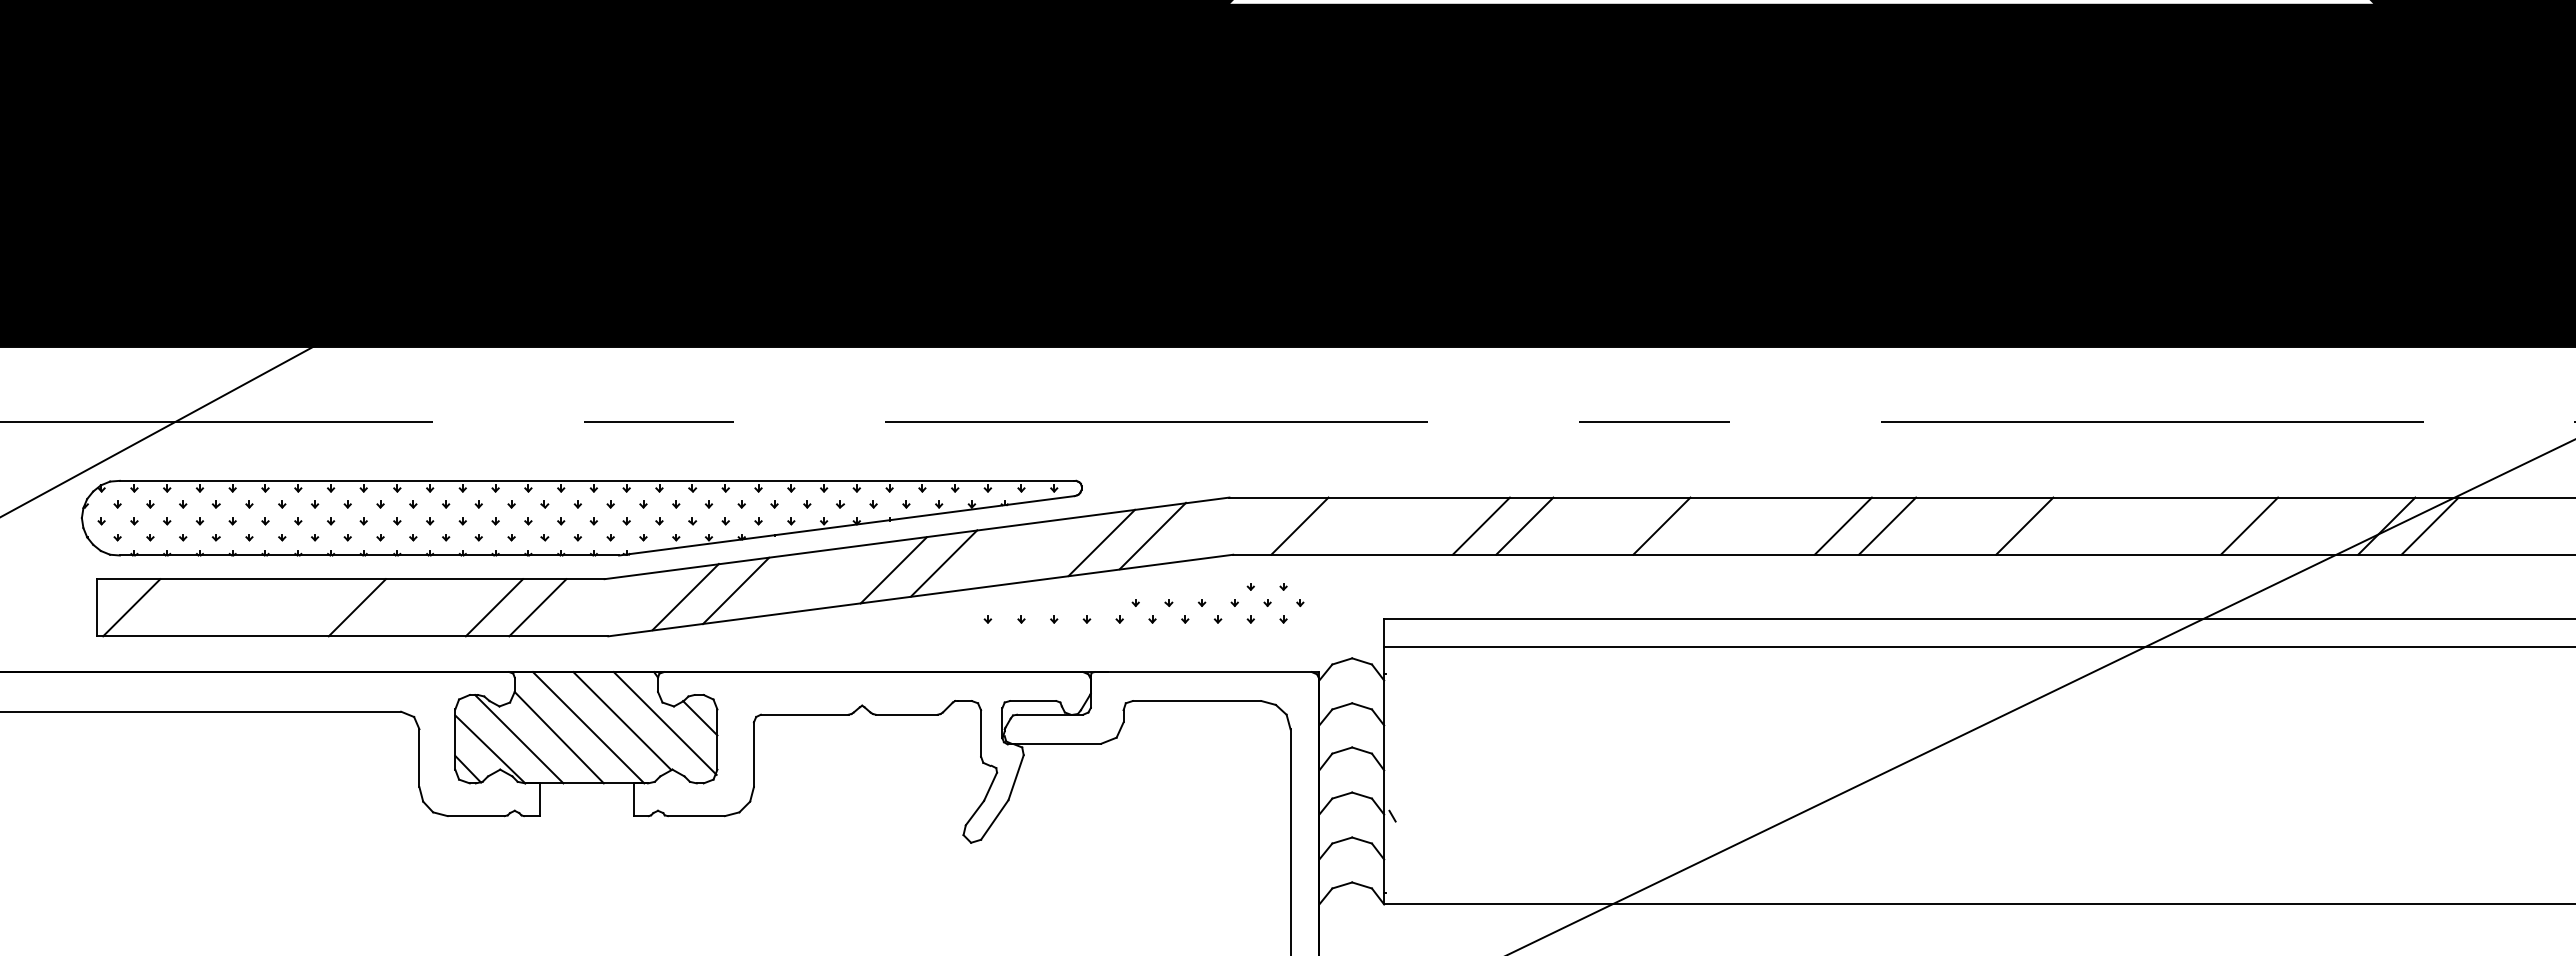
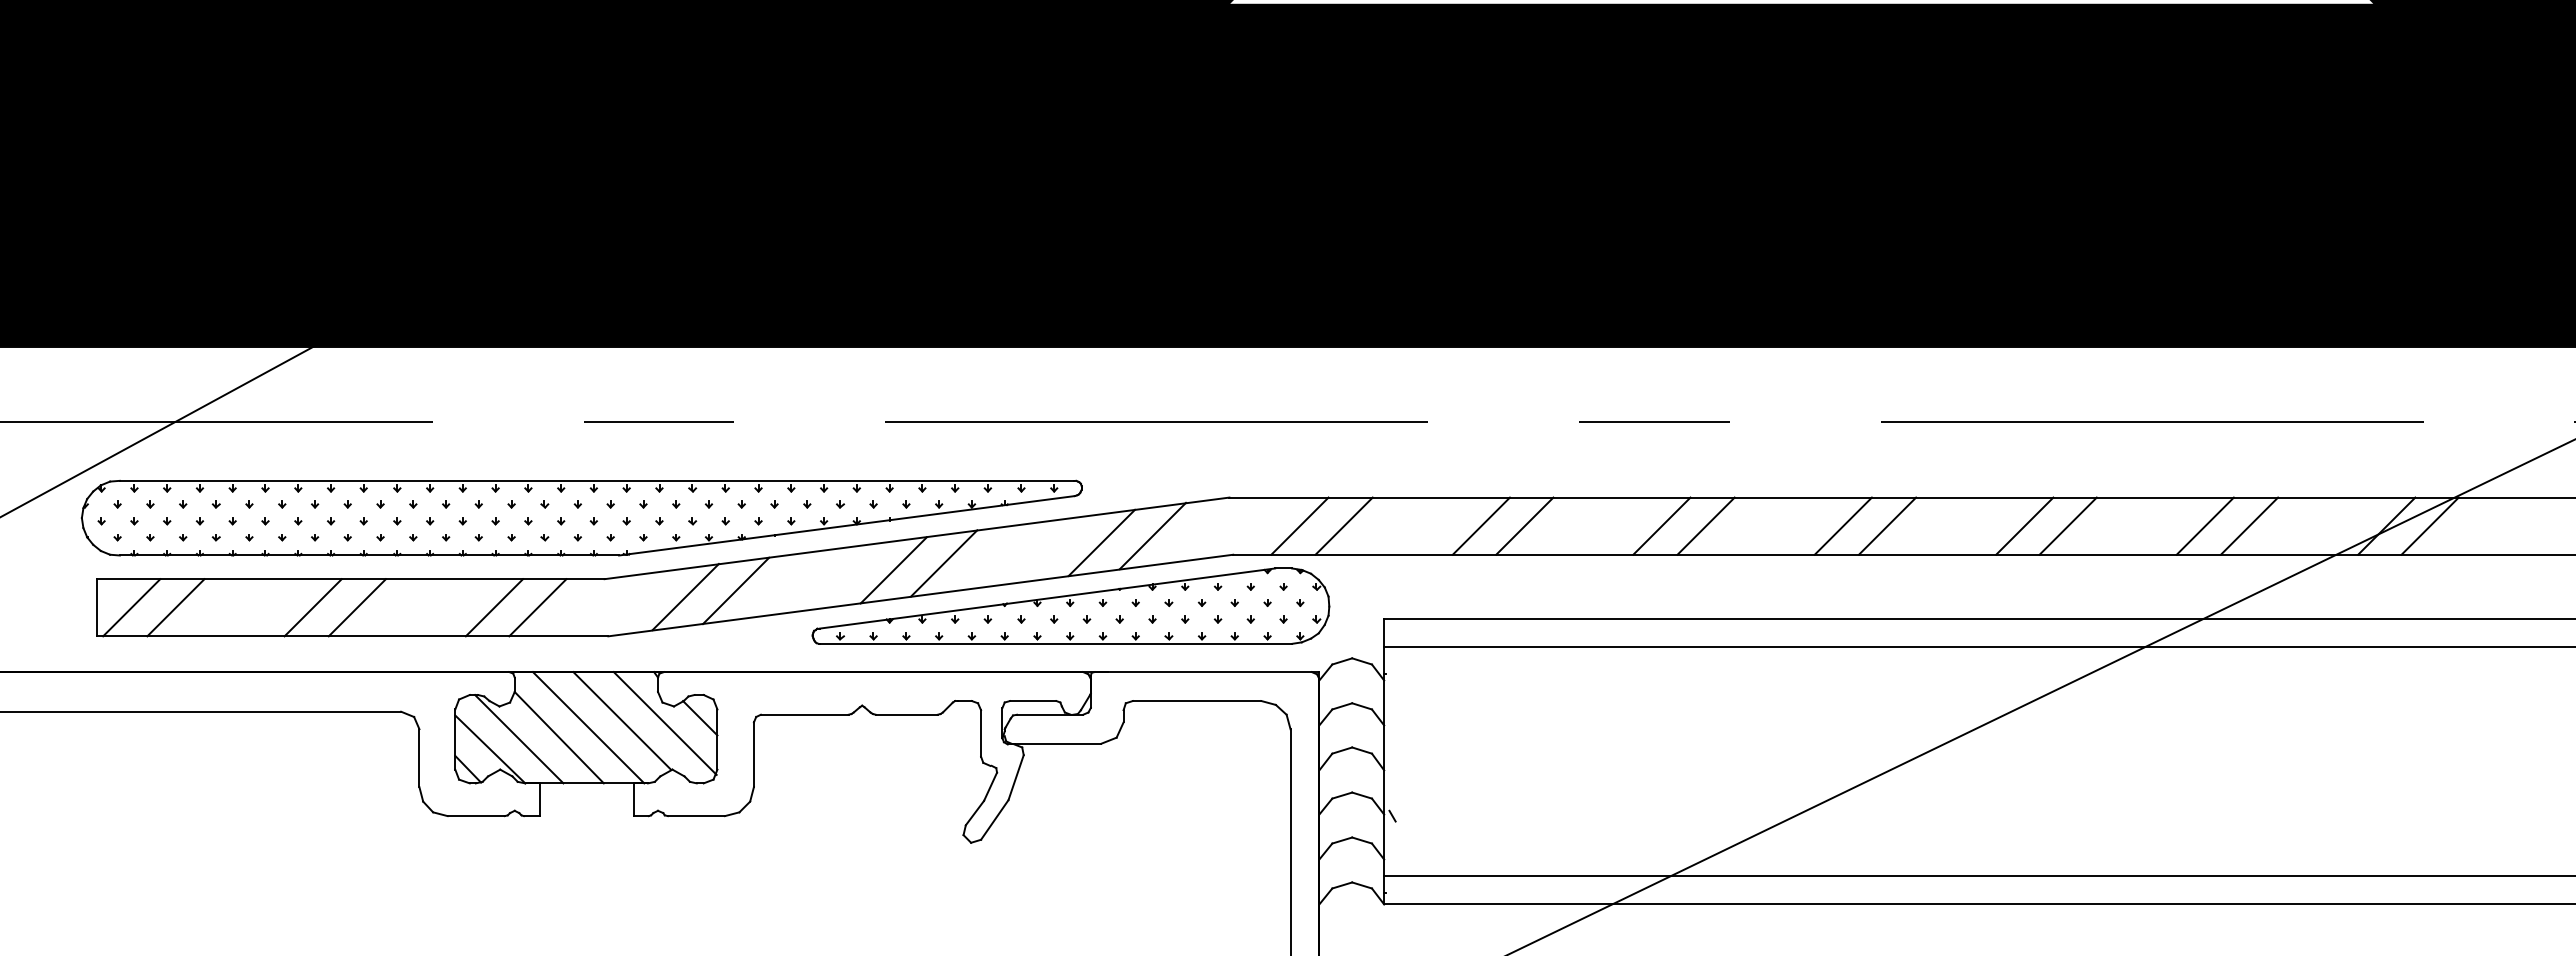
line at (1343, 525): none -> present
line at (1705, 525): none -> present
line at (2067, 525): none -> present
line at (2204, 525): none -> present
part at (1070, 605): none -> present
line at (175, 607): none -> present
line at (312, 607): none -> present
line at (1978, 875): none -> present
